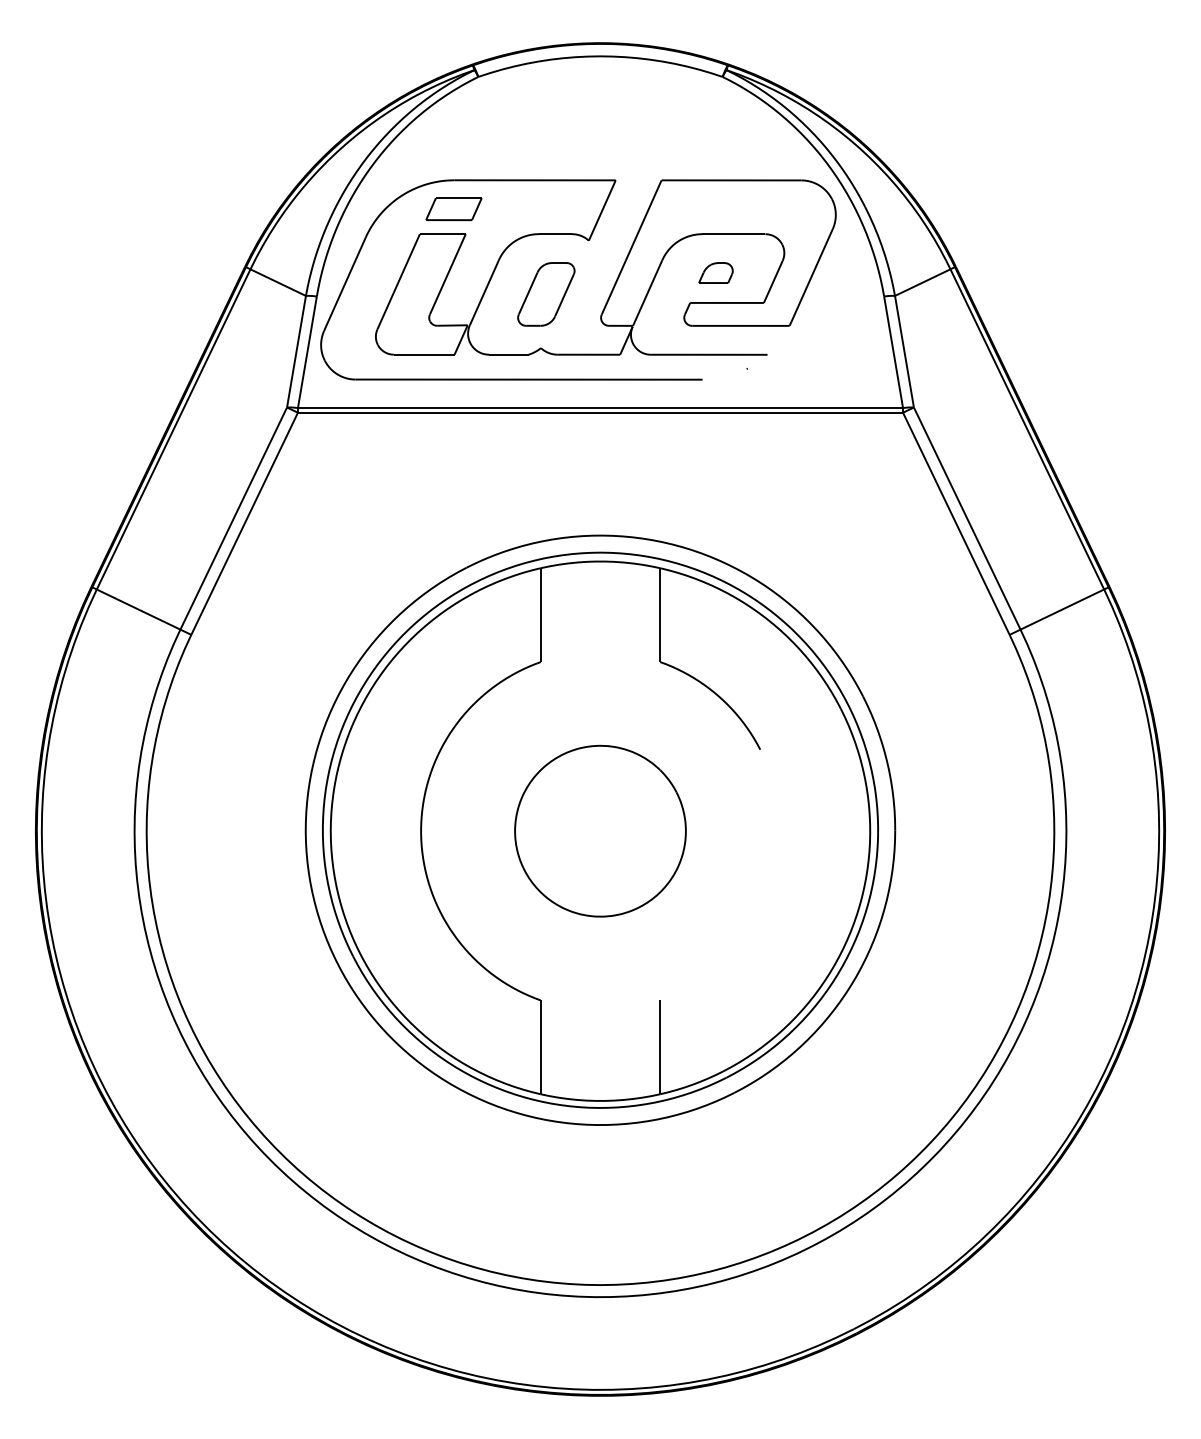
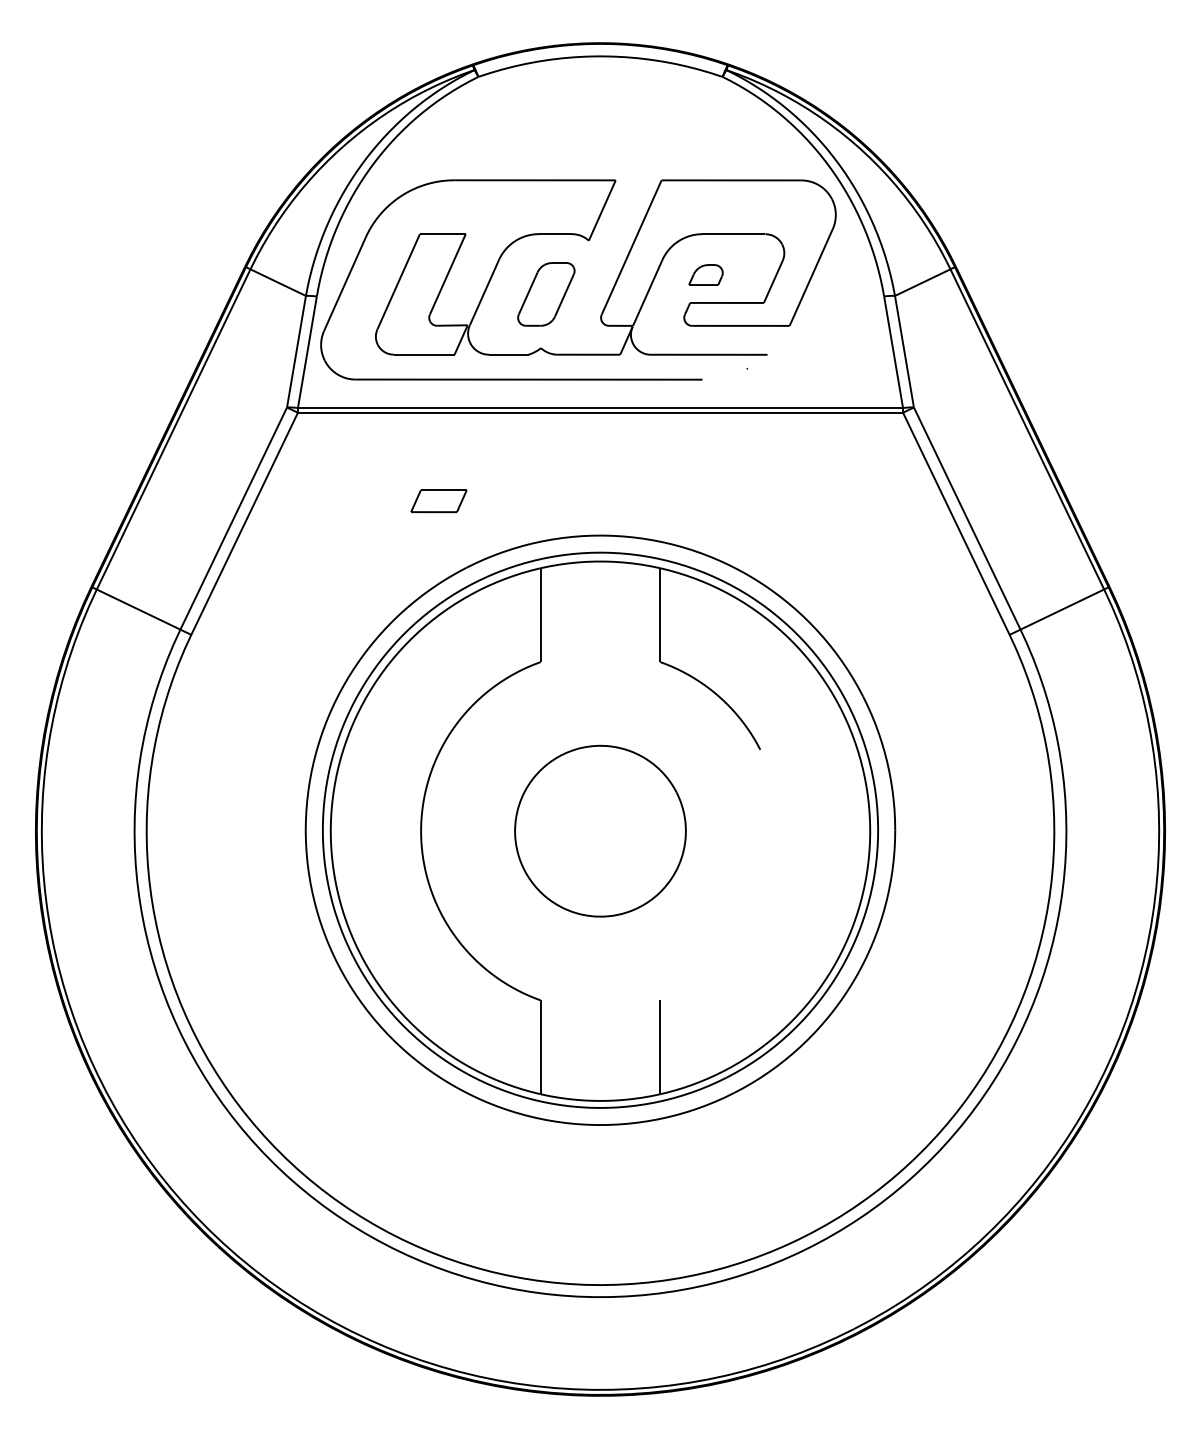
part at (453, 209) position: (453, 209) -> (438, 501)
part at (715, 272) position: (715, 272) -> (705, 274)
